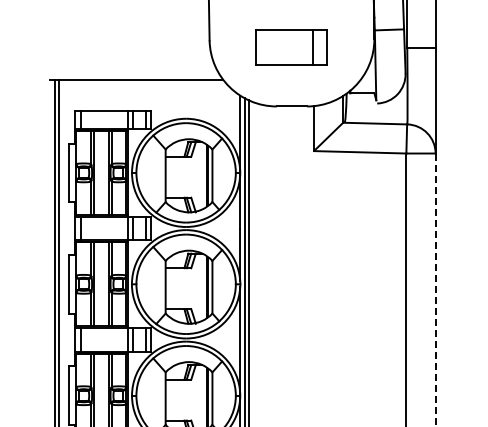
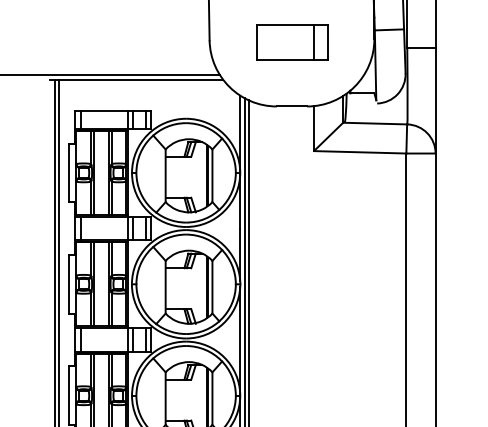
part at (291, 47) position: (291, 47) -> (292, 42)
line at (111, 75): none -> present
line at (435, 290): dashed -> solid
